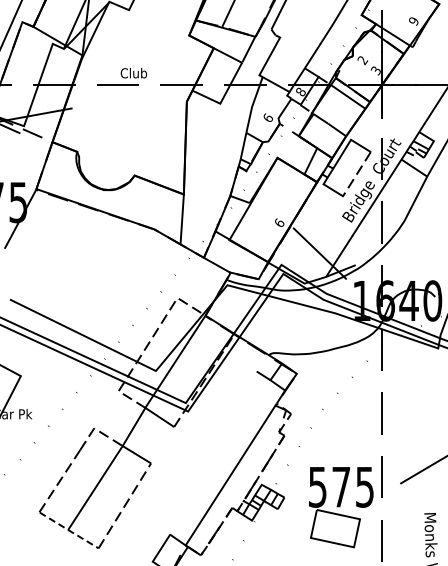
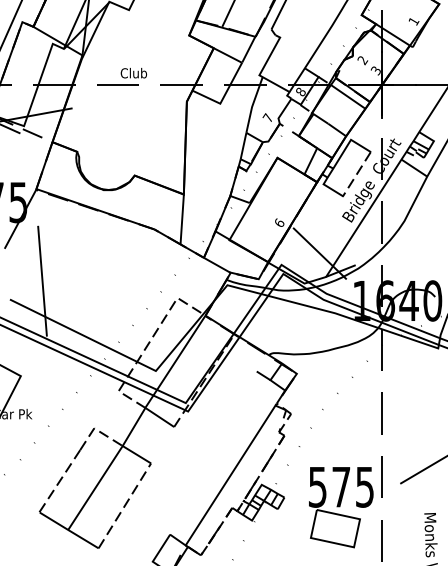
text at (414, 21): 9 -> 1
text at (267, 117): 6 -> 7
line at (42, 280): none -> present
line at (69, 530): dashed -> solid
